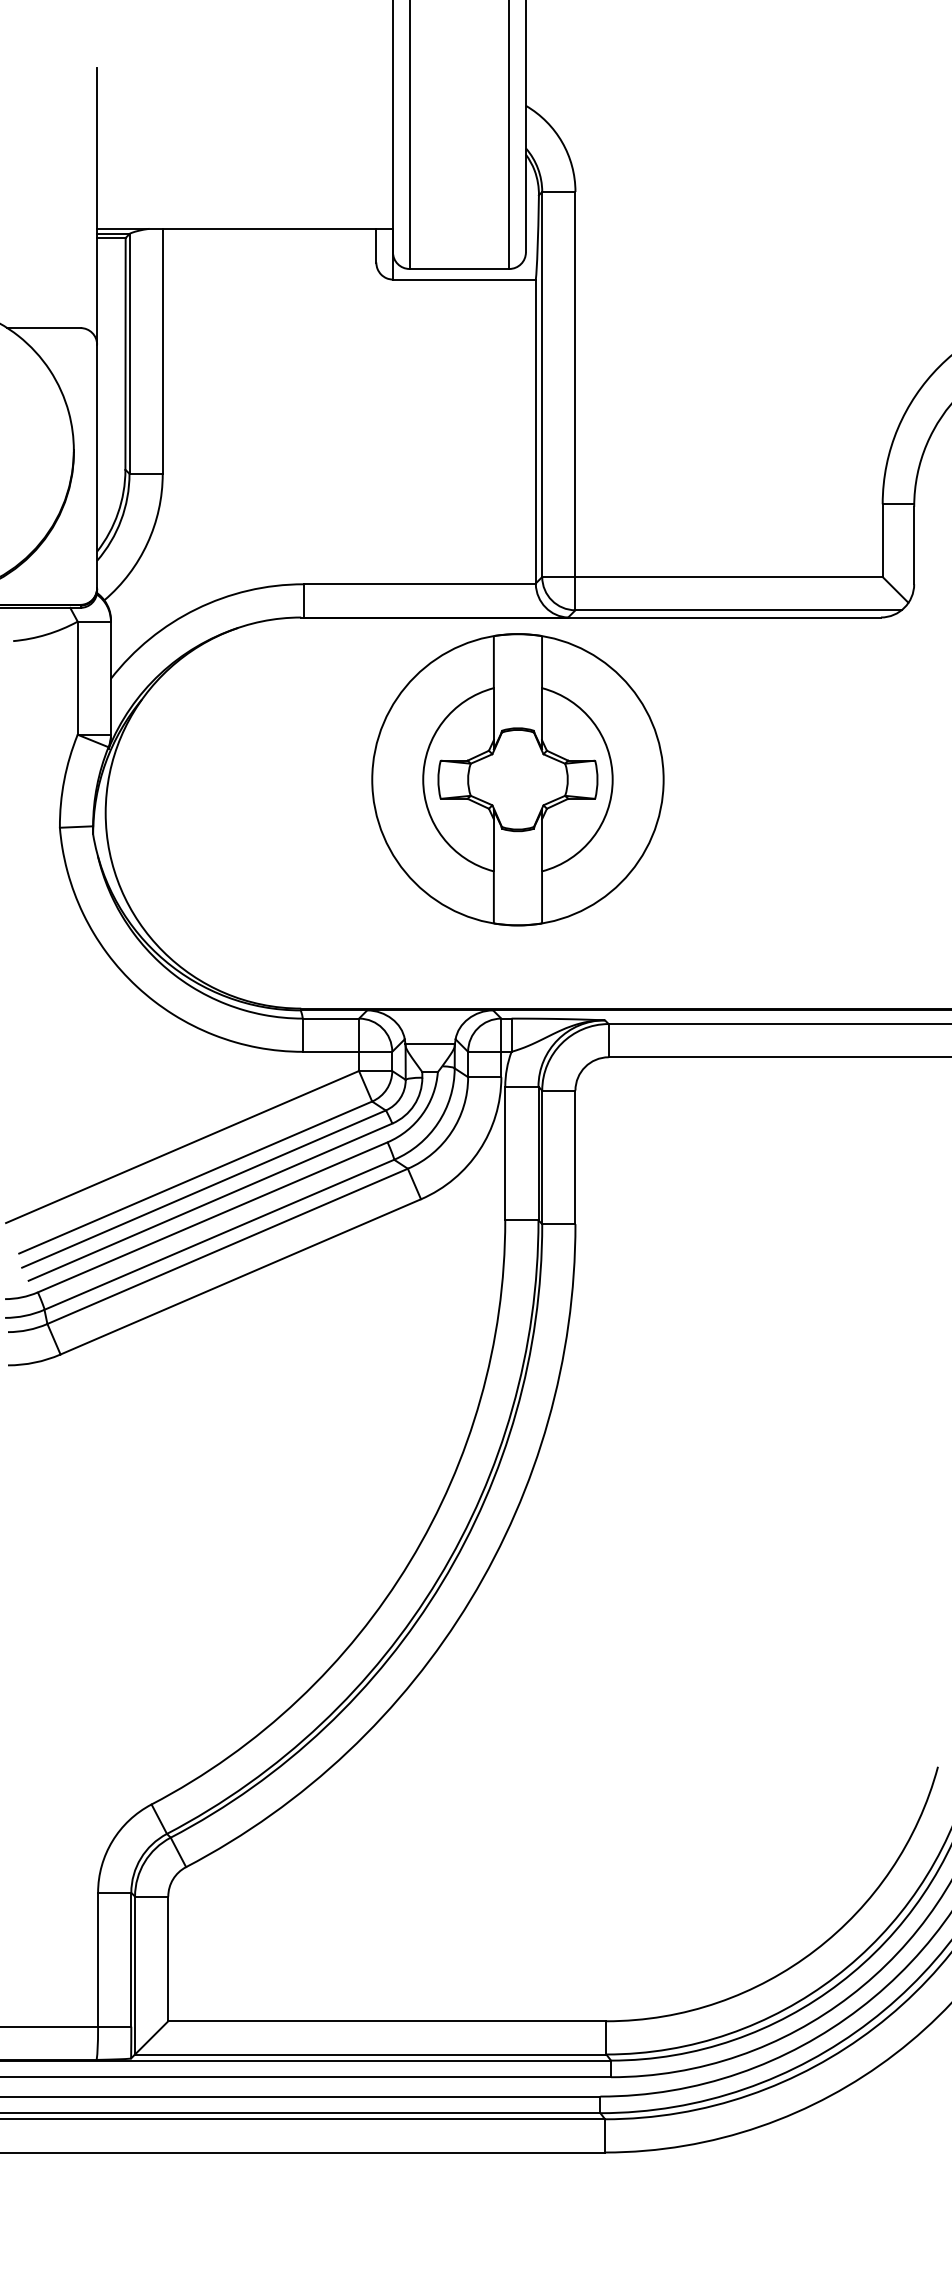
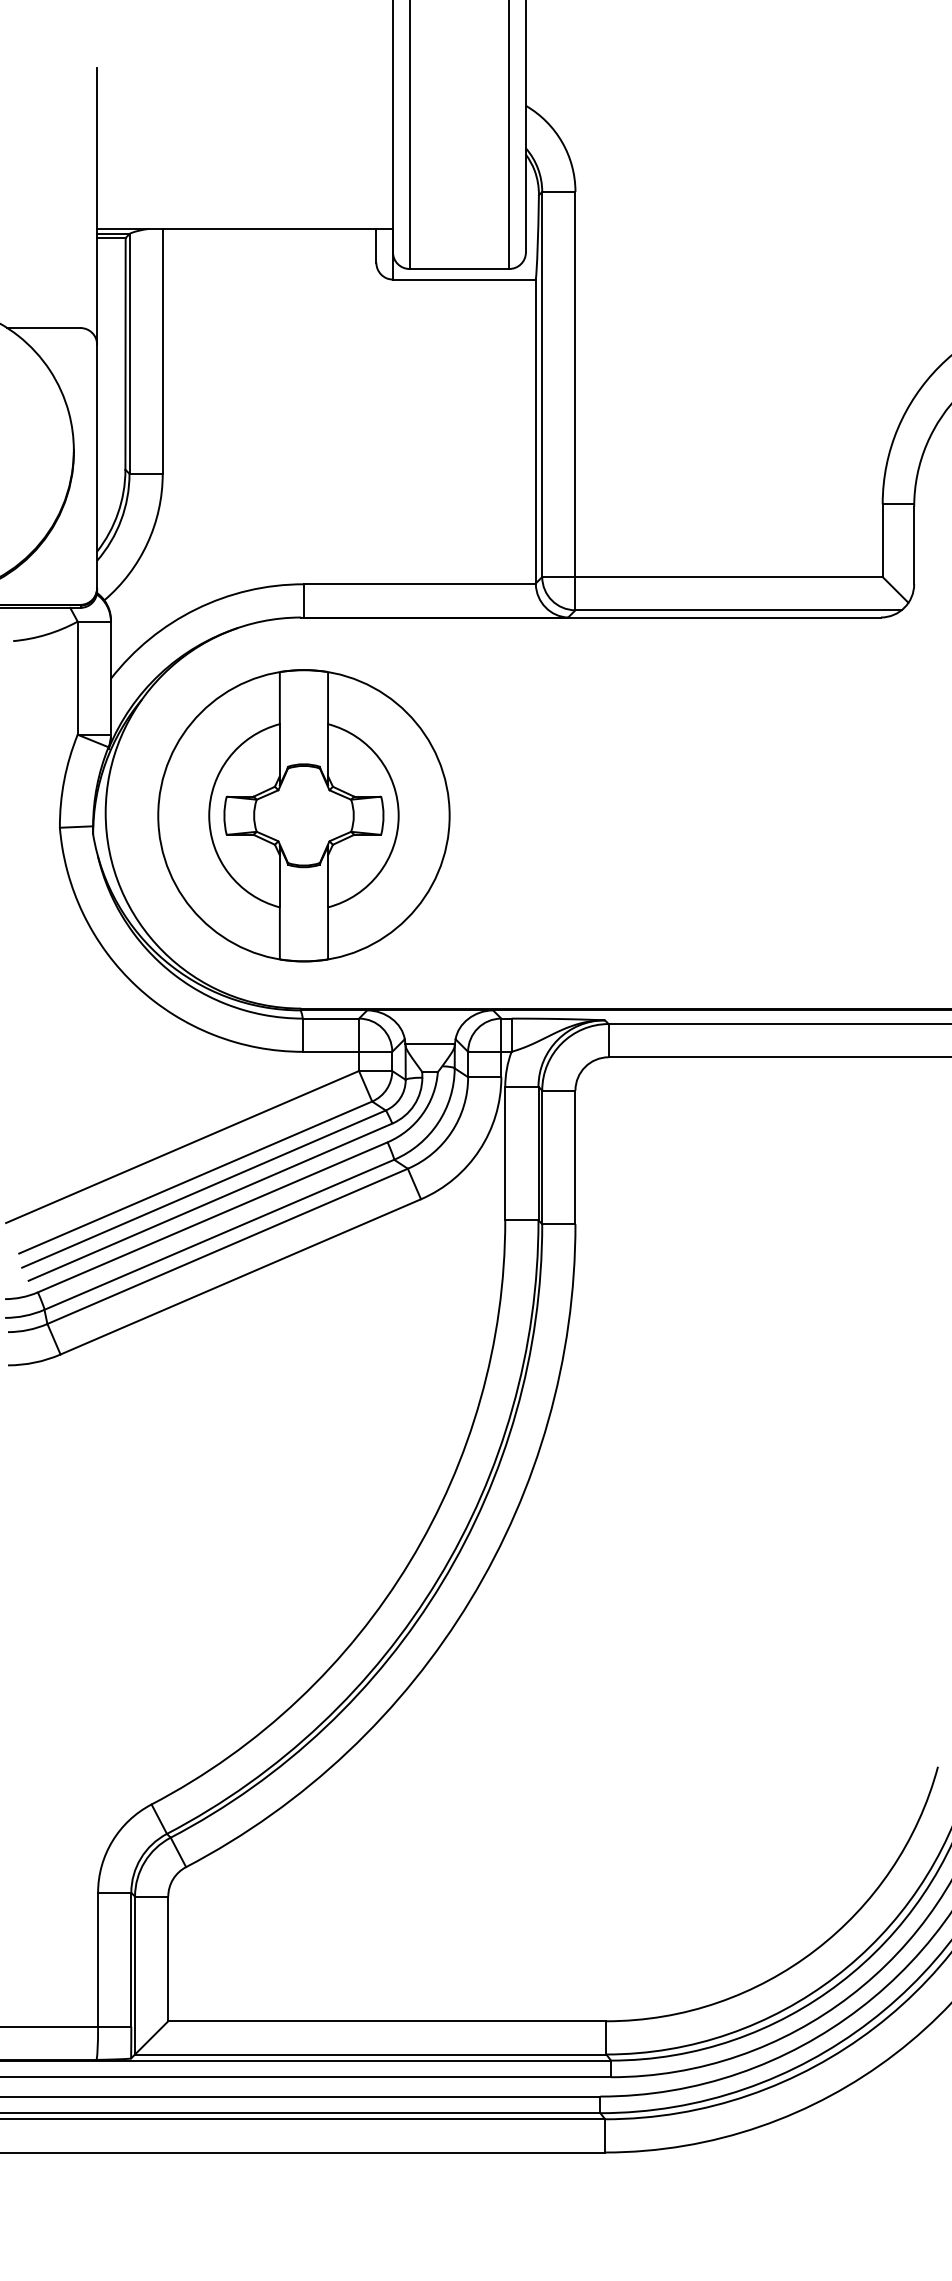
part at (517, 779) position: (517, 779) -> (303, 815)
